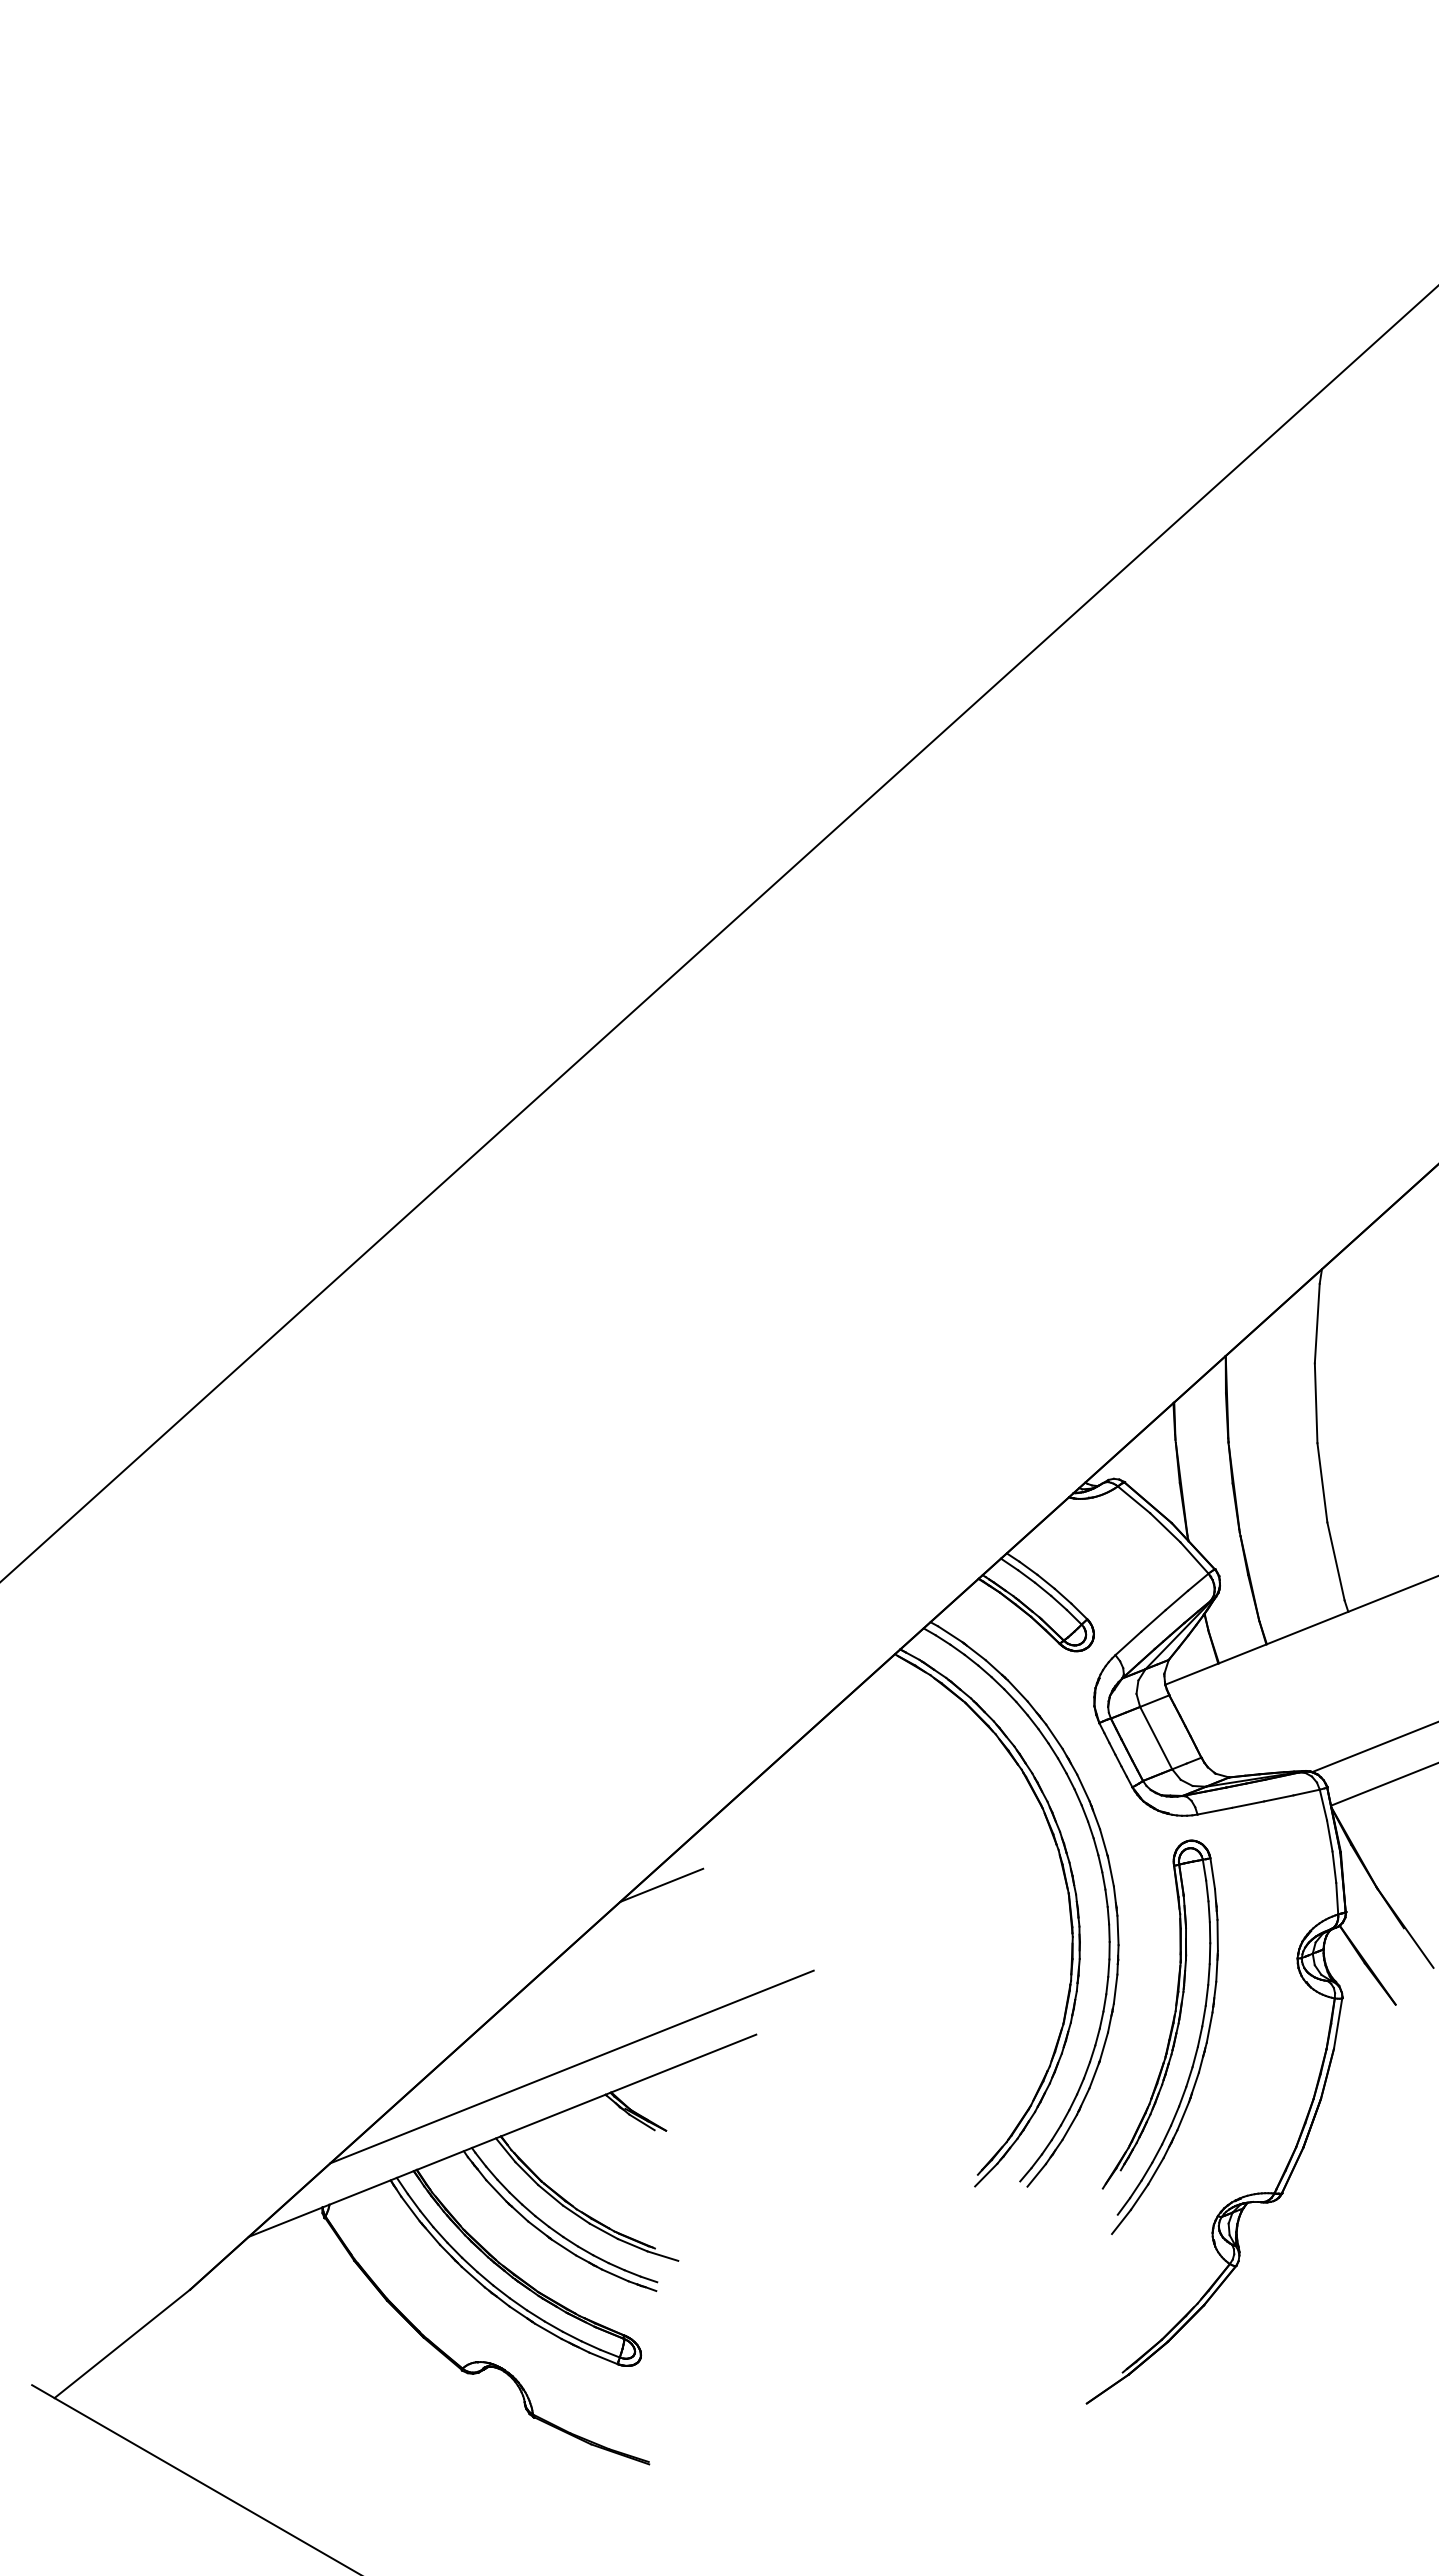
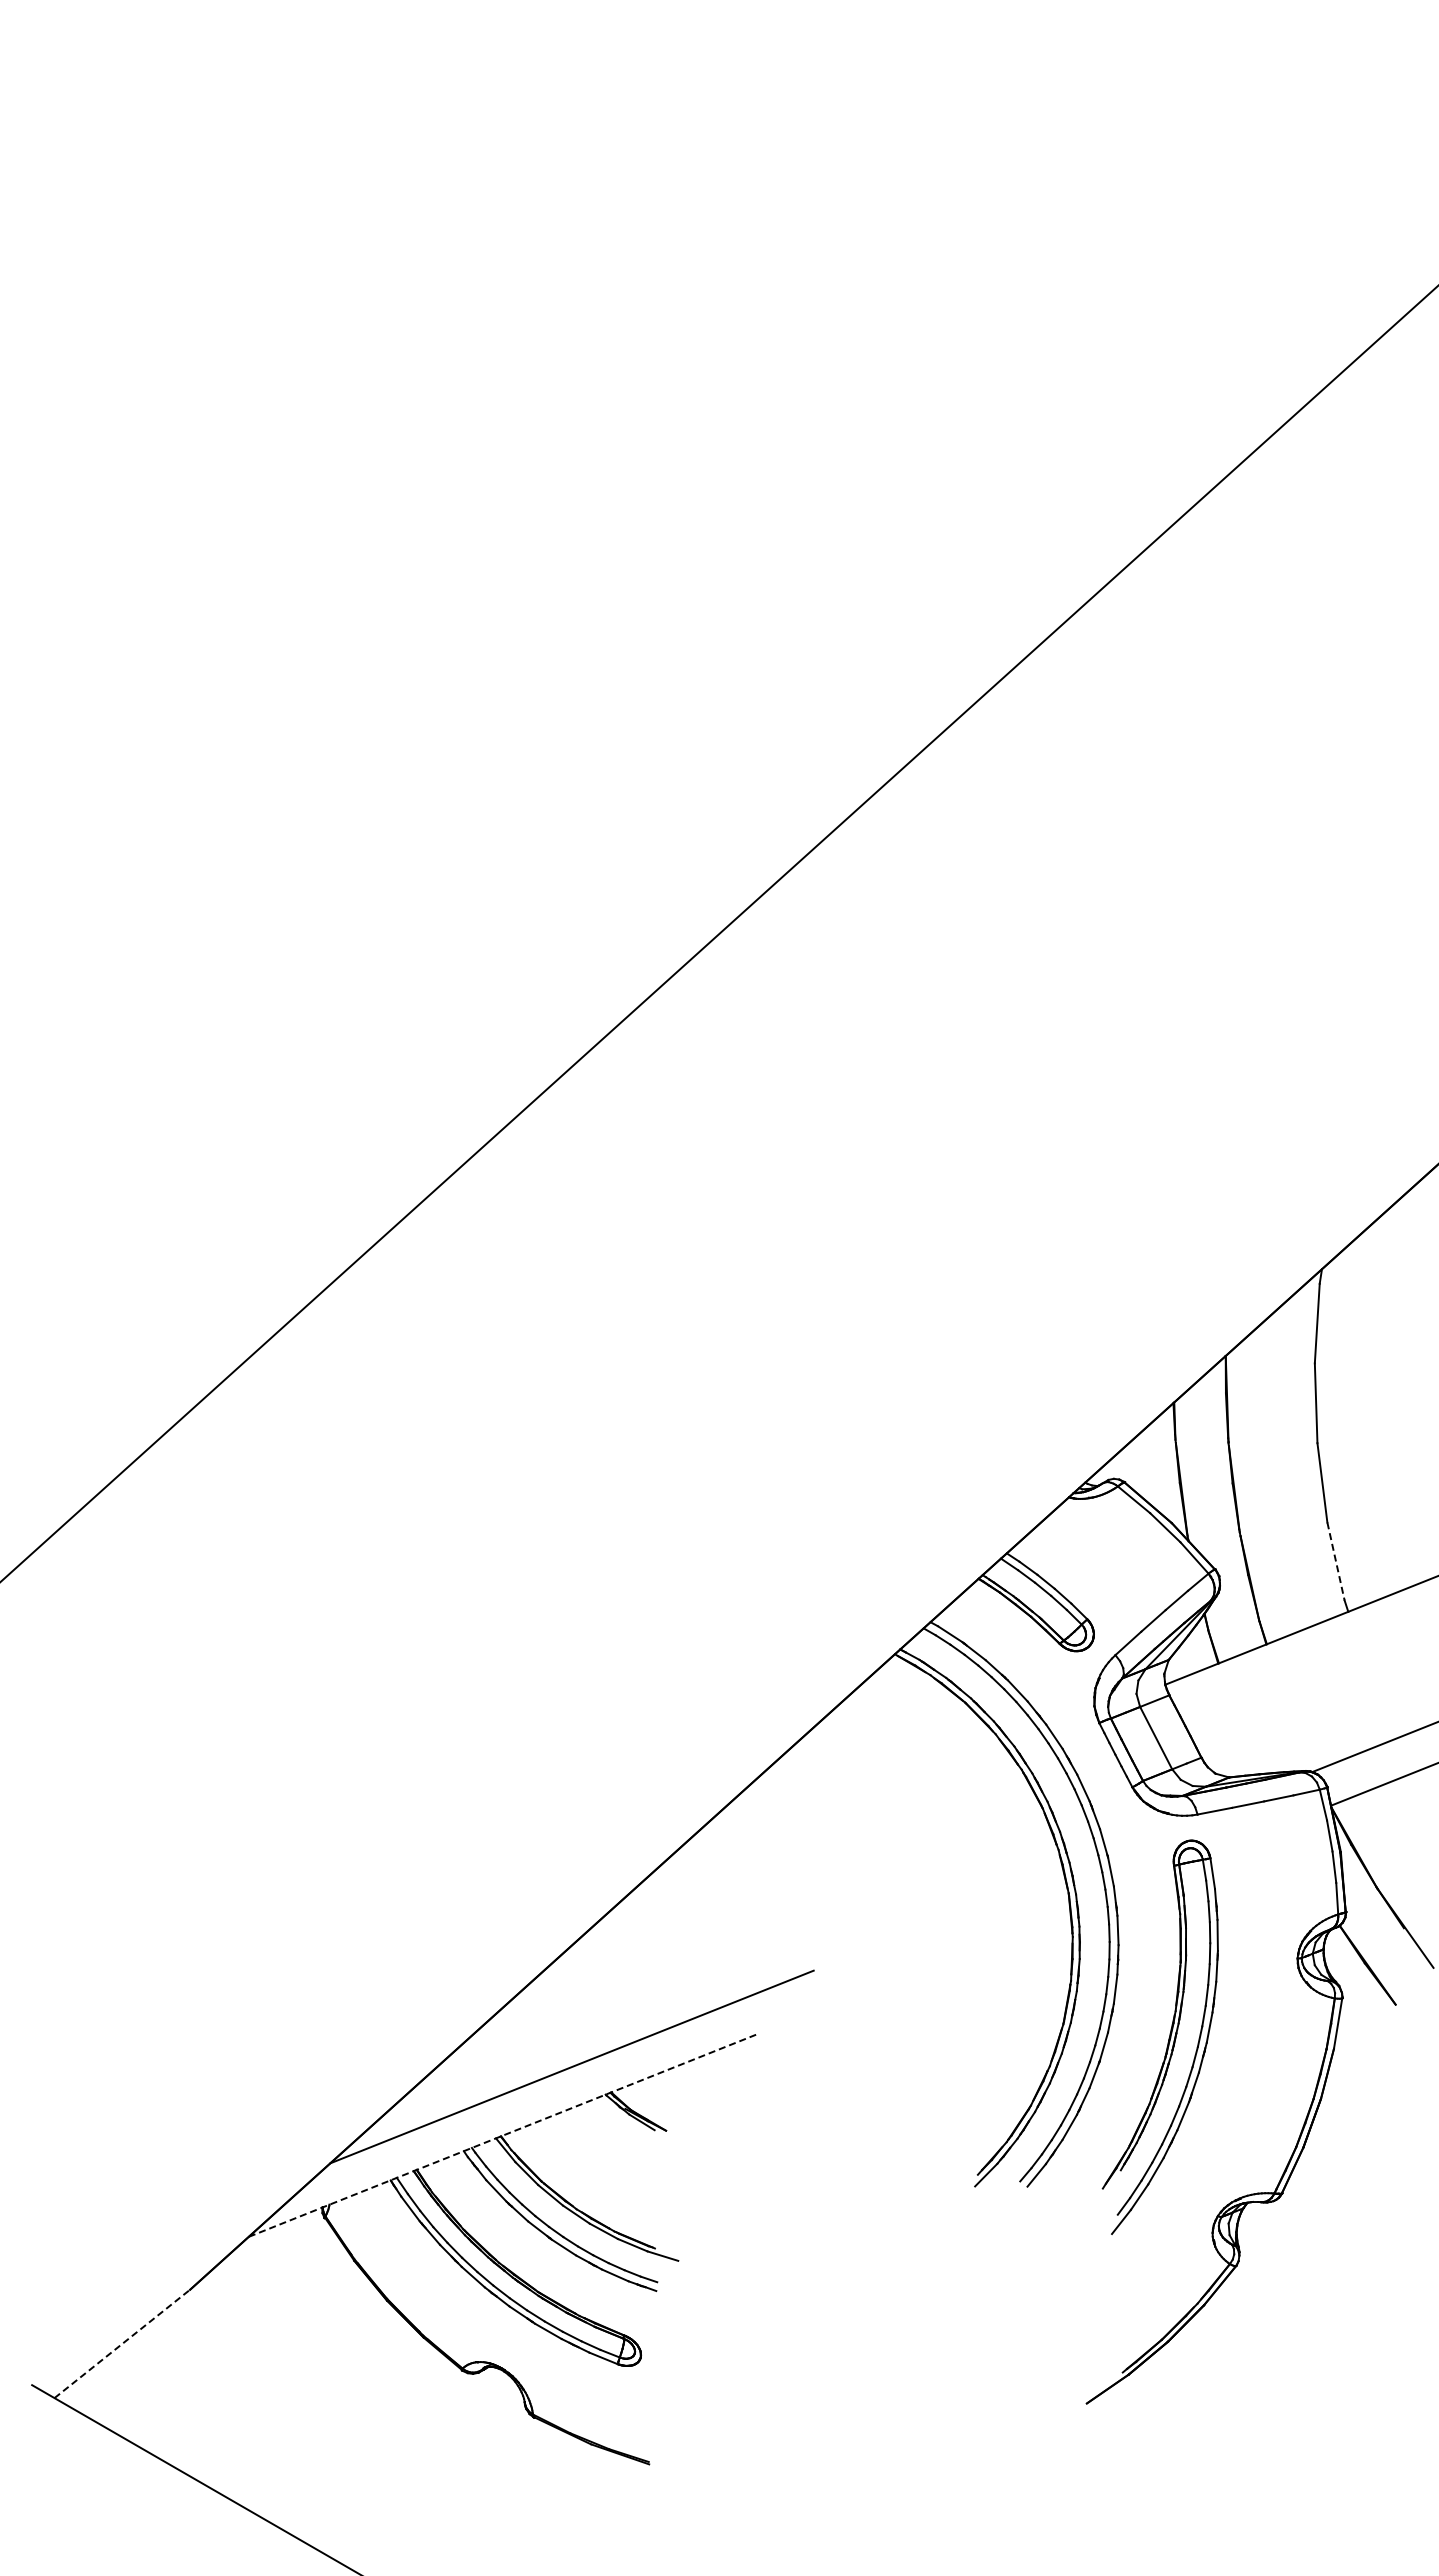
line at (1335, 1561): solid -> dashed
line at (661, 1884): present -> none
line at (503, 2135): solid -> dashed
line at (122, 2343): solid -> dashed
